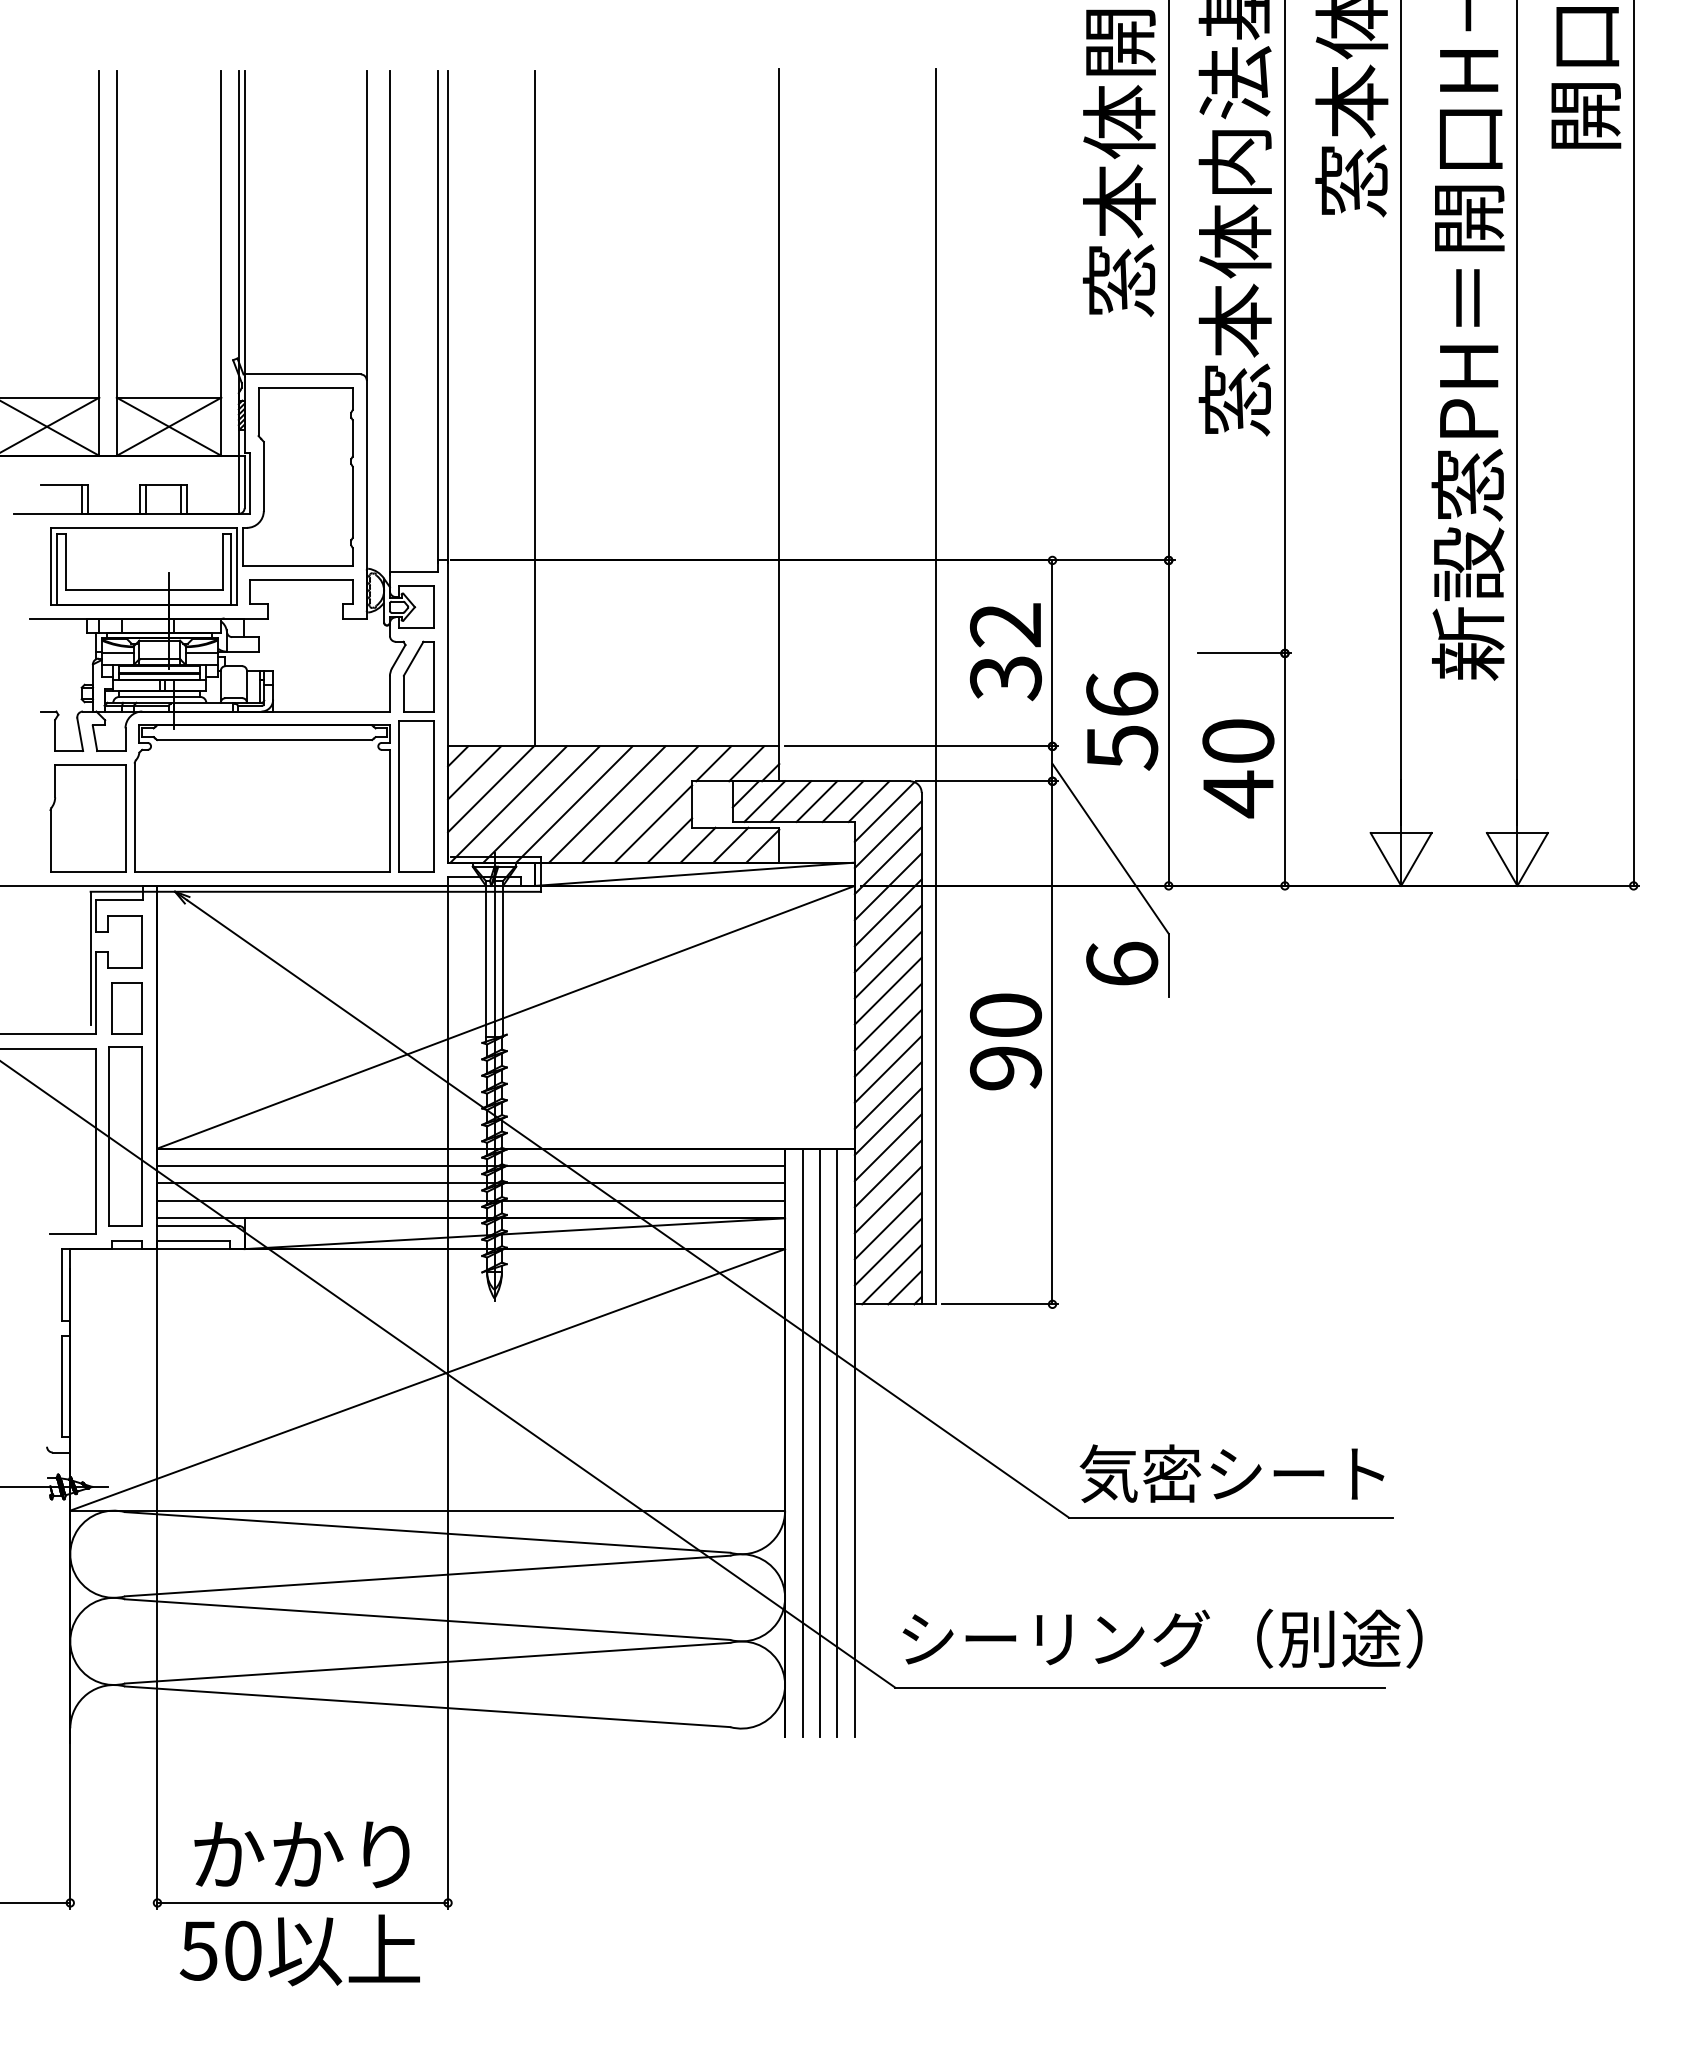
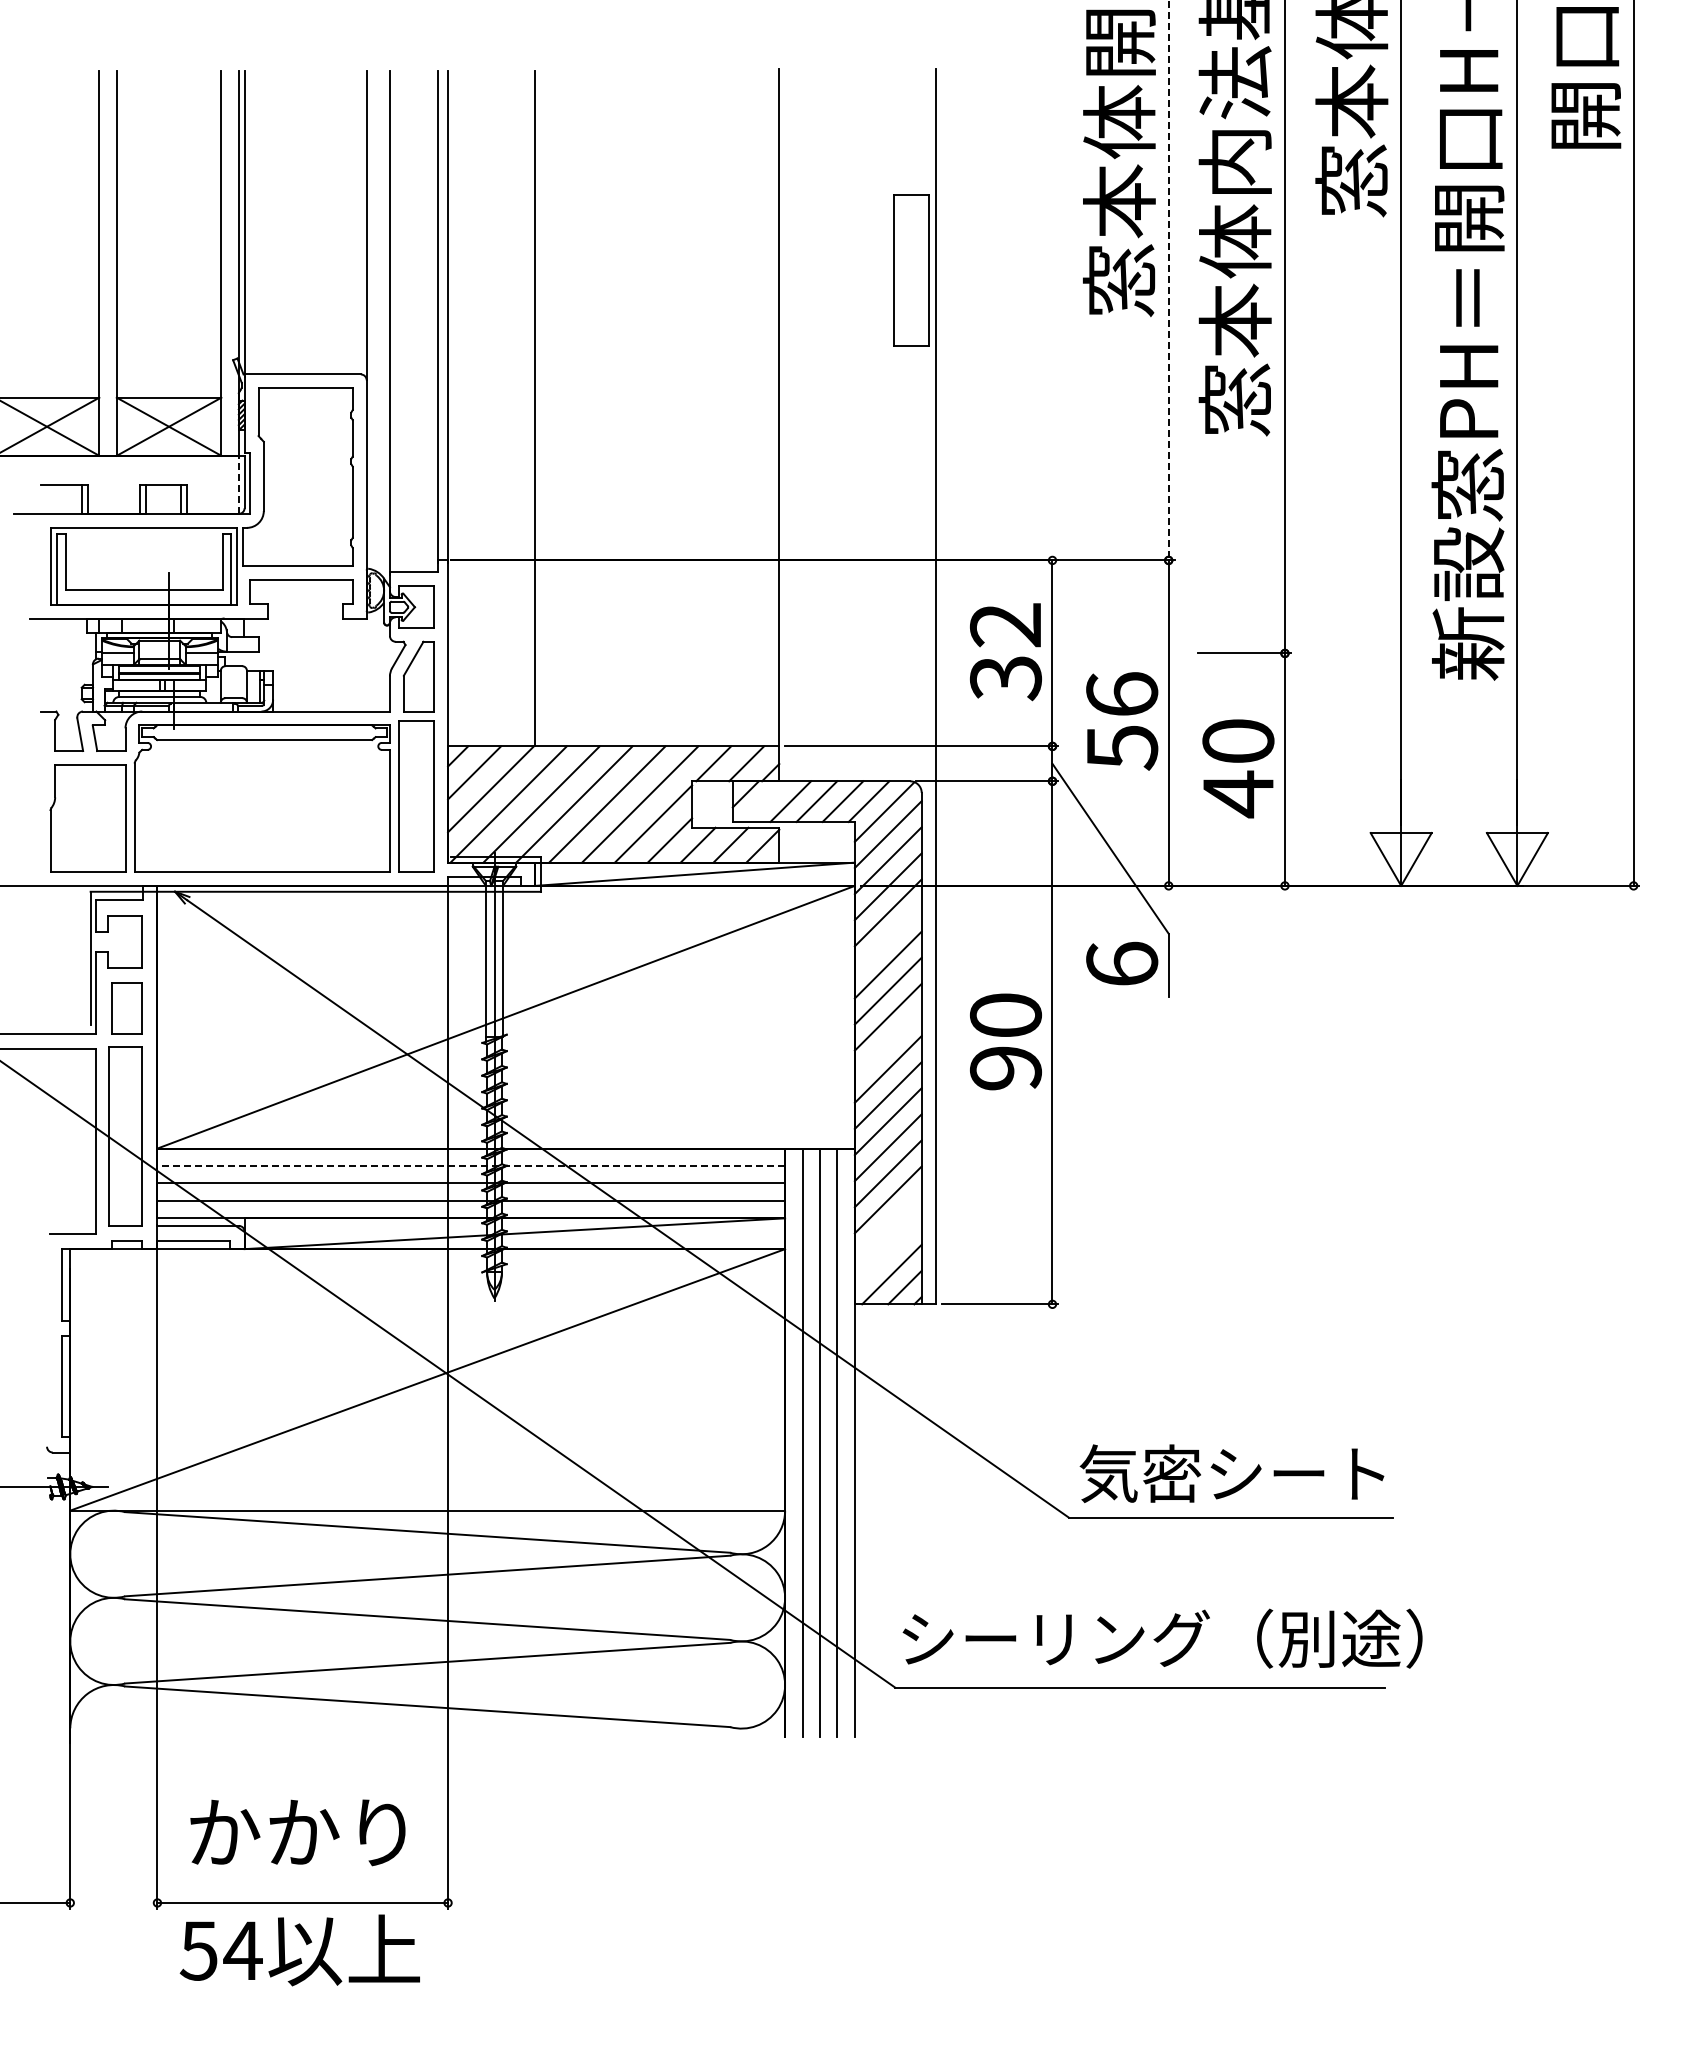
part at (911, 270): none -> present
line at (1168, 280): solid -> dashed
line at (238, 484): solid -> dashed
line at (764, 801): present -> none
line at (887, 938): present -> none
line at (887, 1042): present -> none
line at (471, 1166): solid -> dashed
line at (887, 1225): present -> none
line at (887, 1251): present -> none
text at (301, 1854) position: (301, 1854) -> (297, 1832)
text at (242, 1950): 50 -> 54
